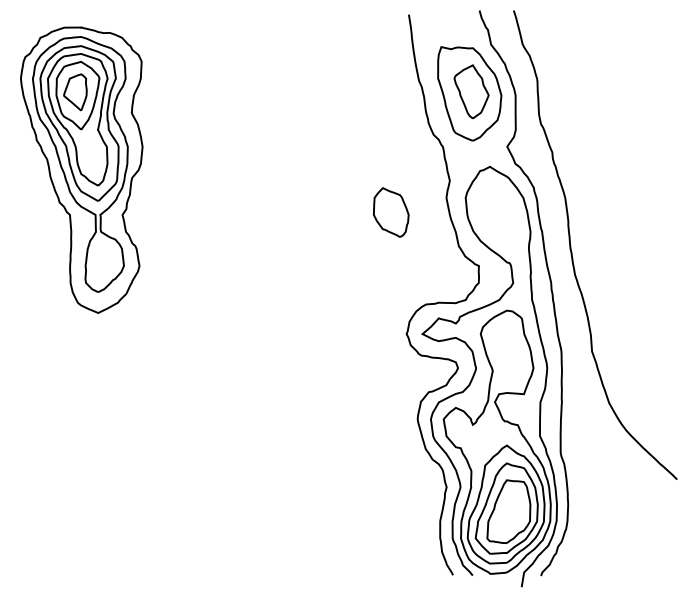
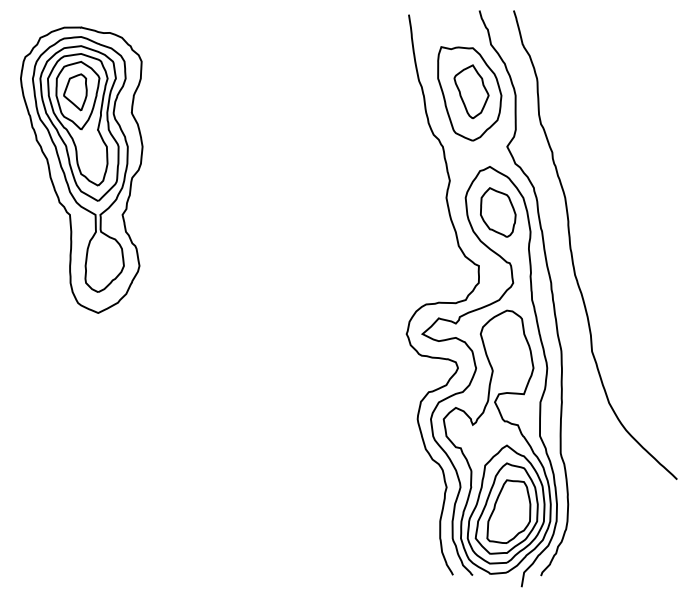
part at (391, 212) position: (391, 212) -> (498, 212)
